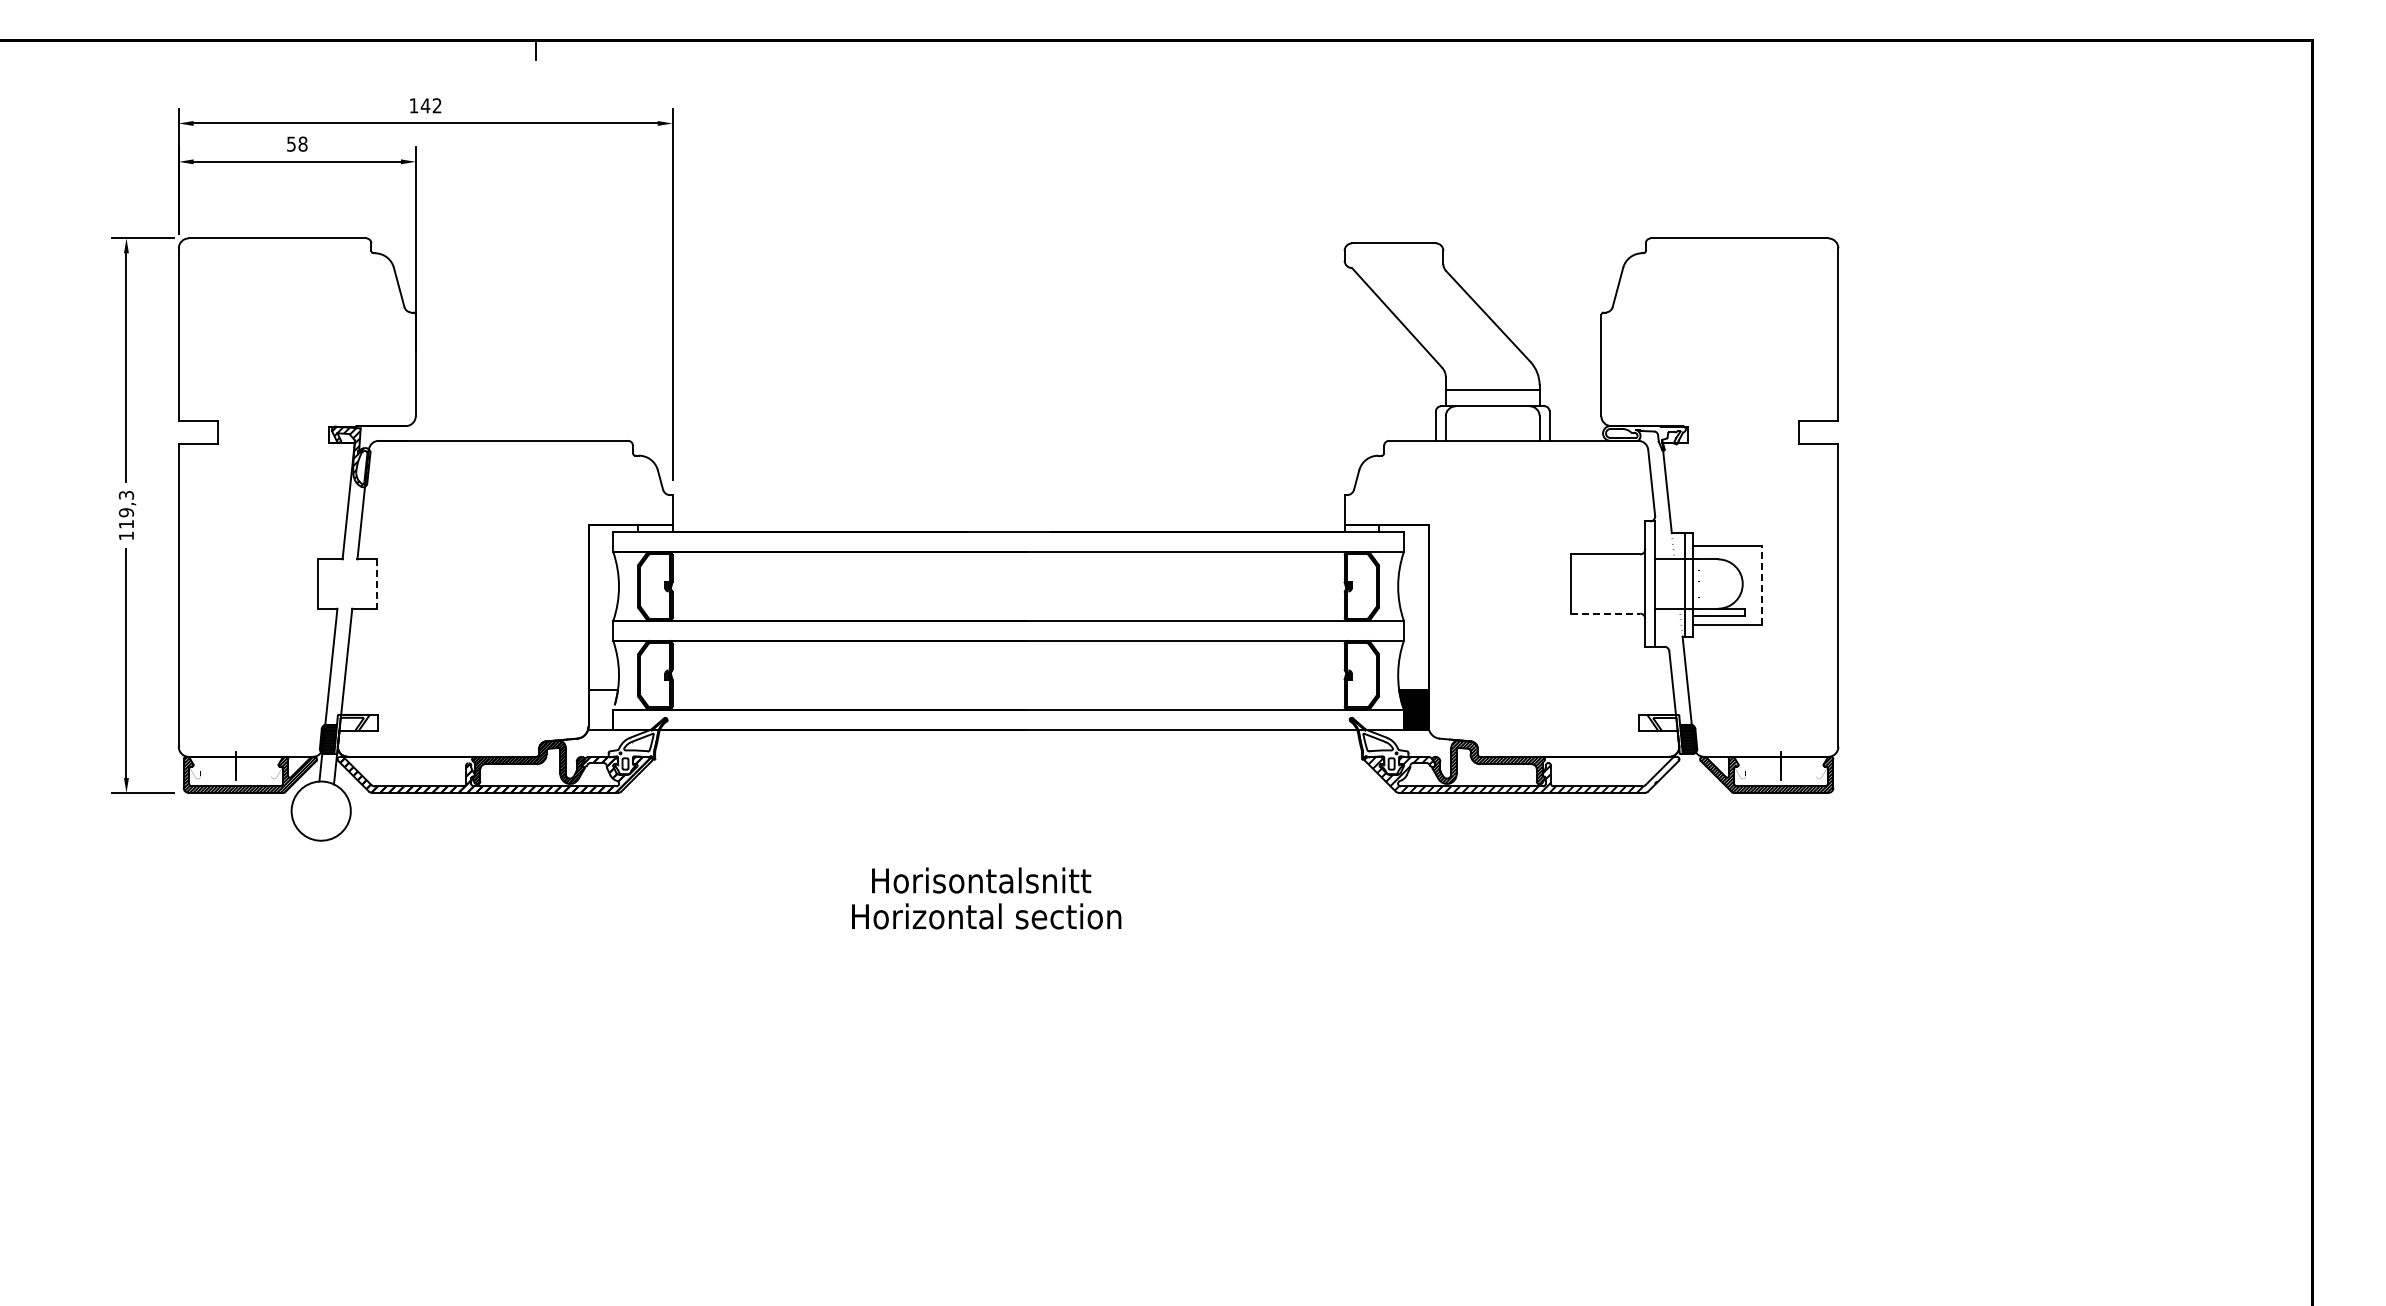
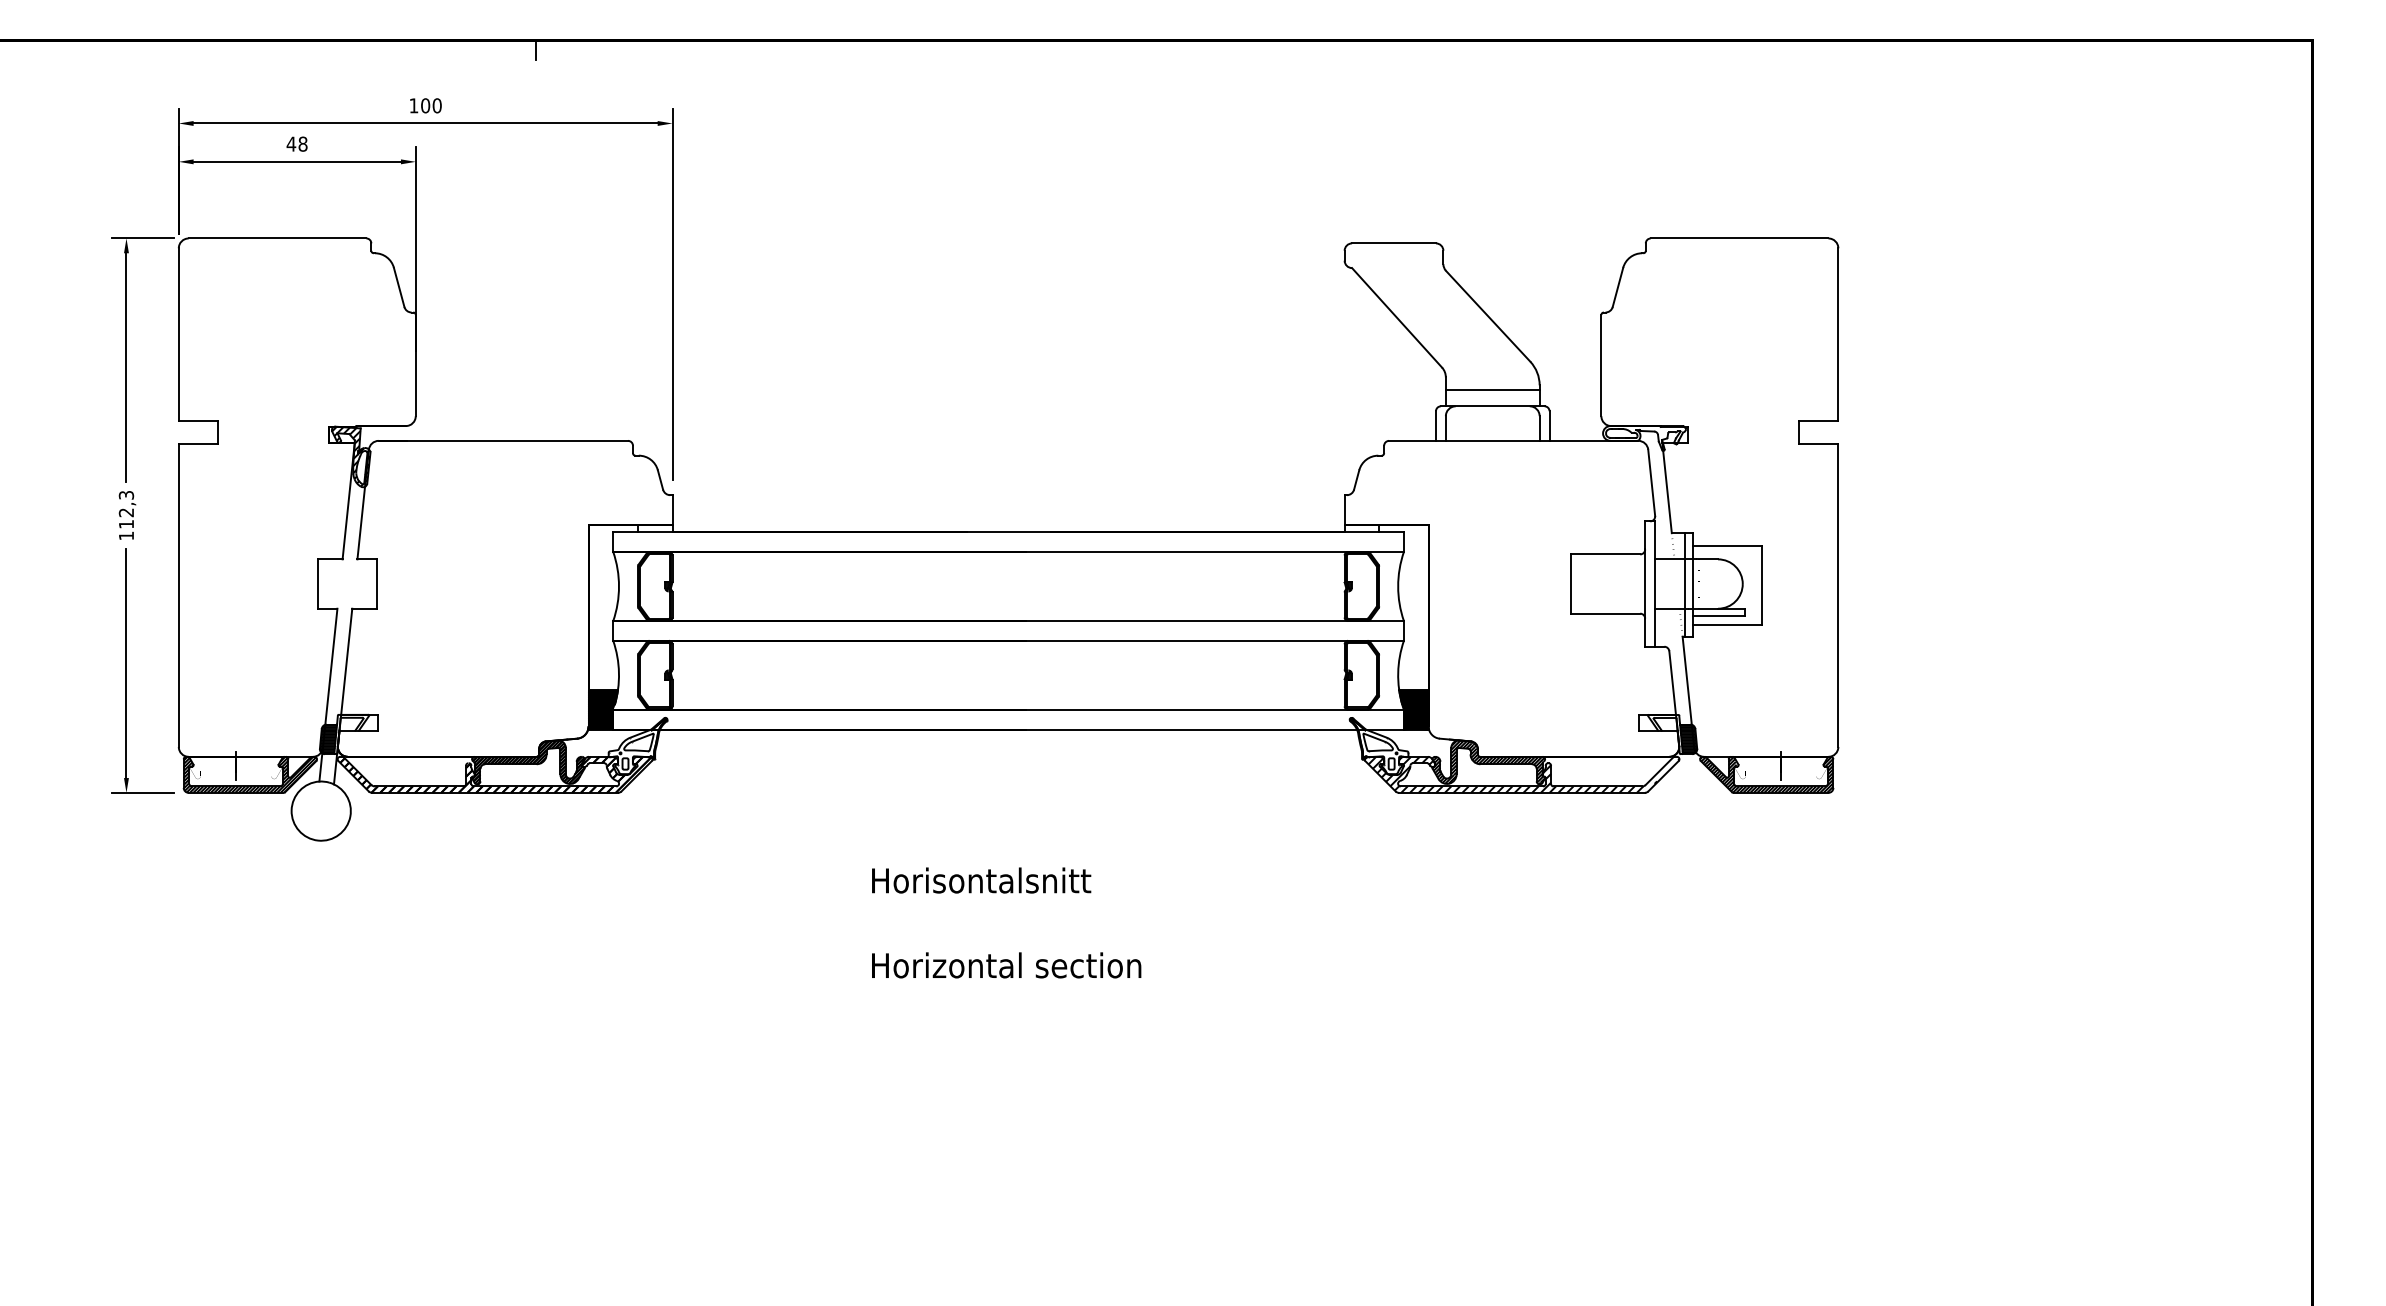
text at (430, 105): 142 -> 100
text at (291, 143): 58 -> 48
text at (126, 512): 119,3 -> 112,3
line at (377, 584): dashed -> solid
line at (1761, 584): dashed -> solid
line at (1605, 613): dashed -> solid
hatch at (602, 709): none -> present
text at (986, 916) position: (986, 916) -> (1006, 965)
